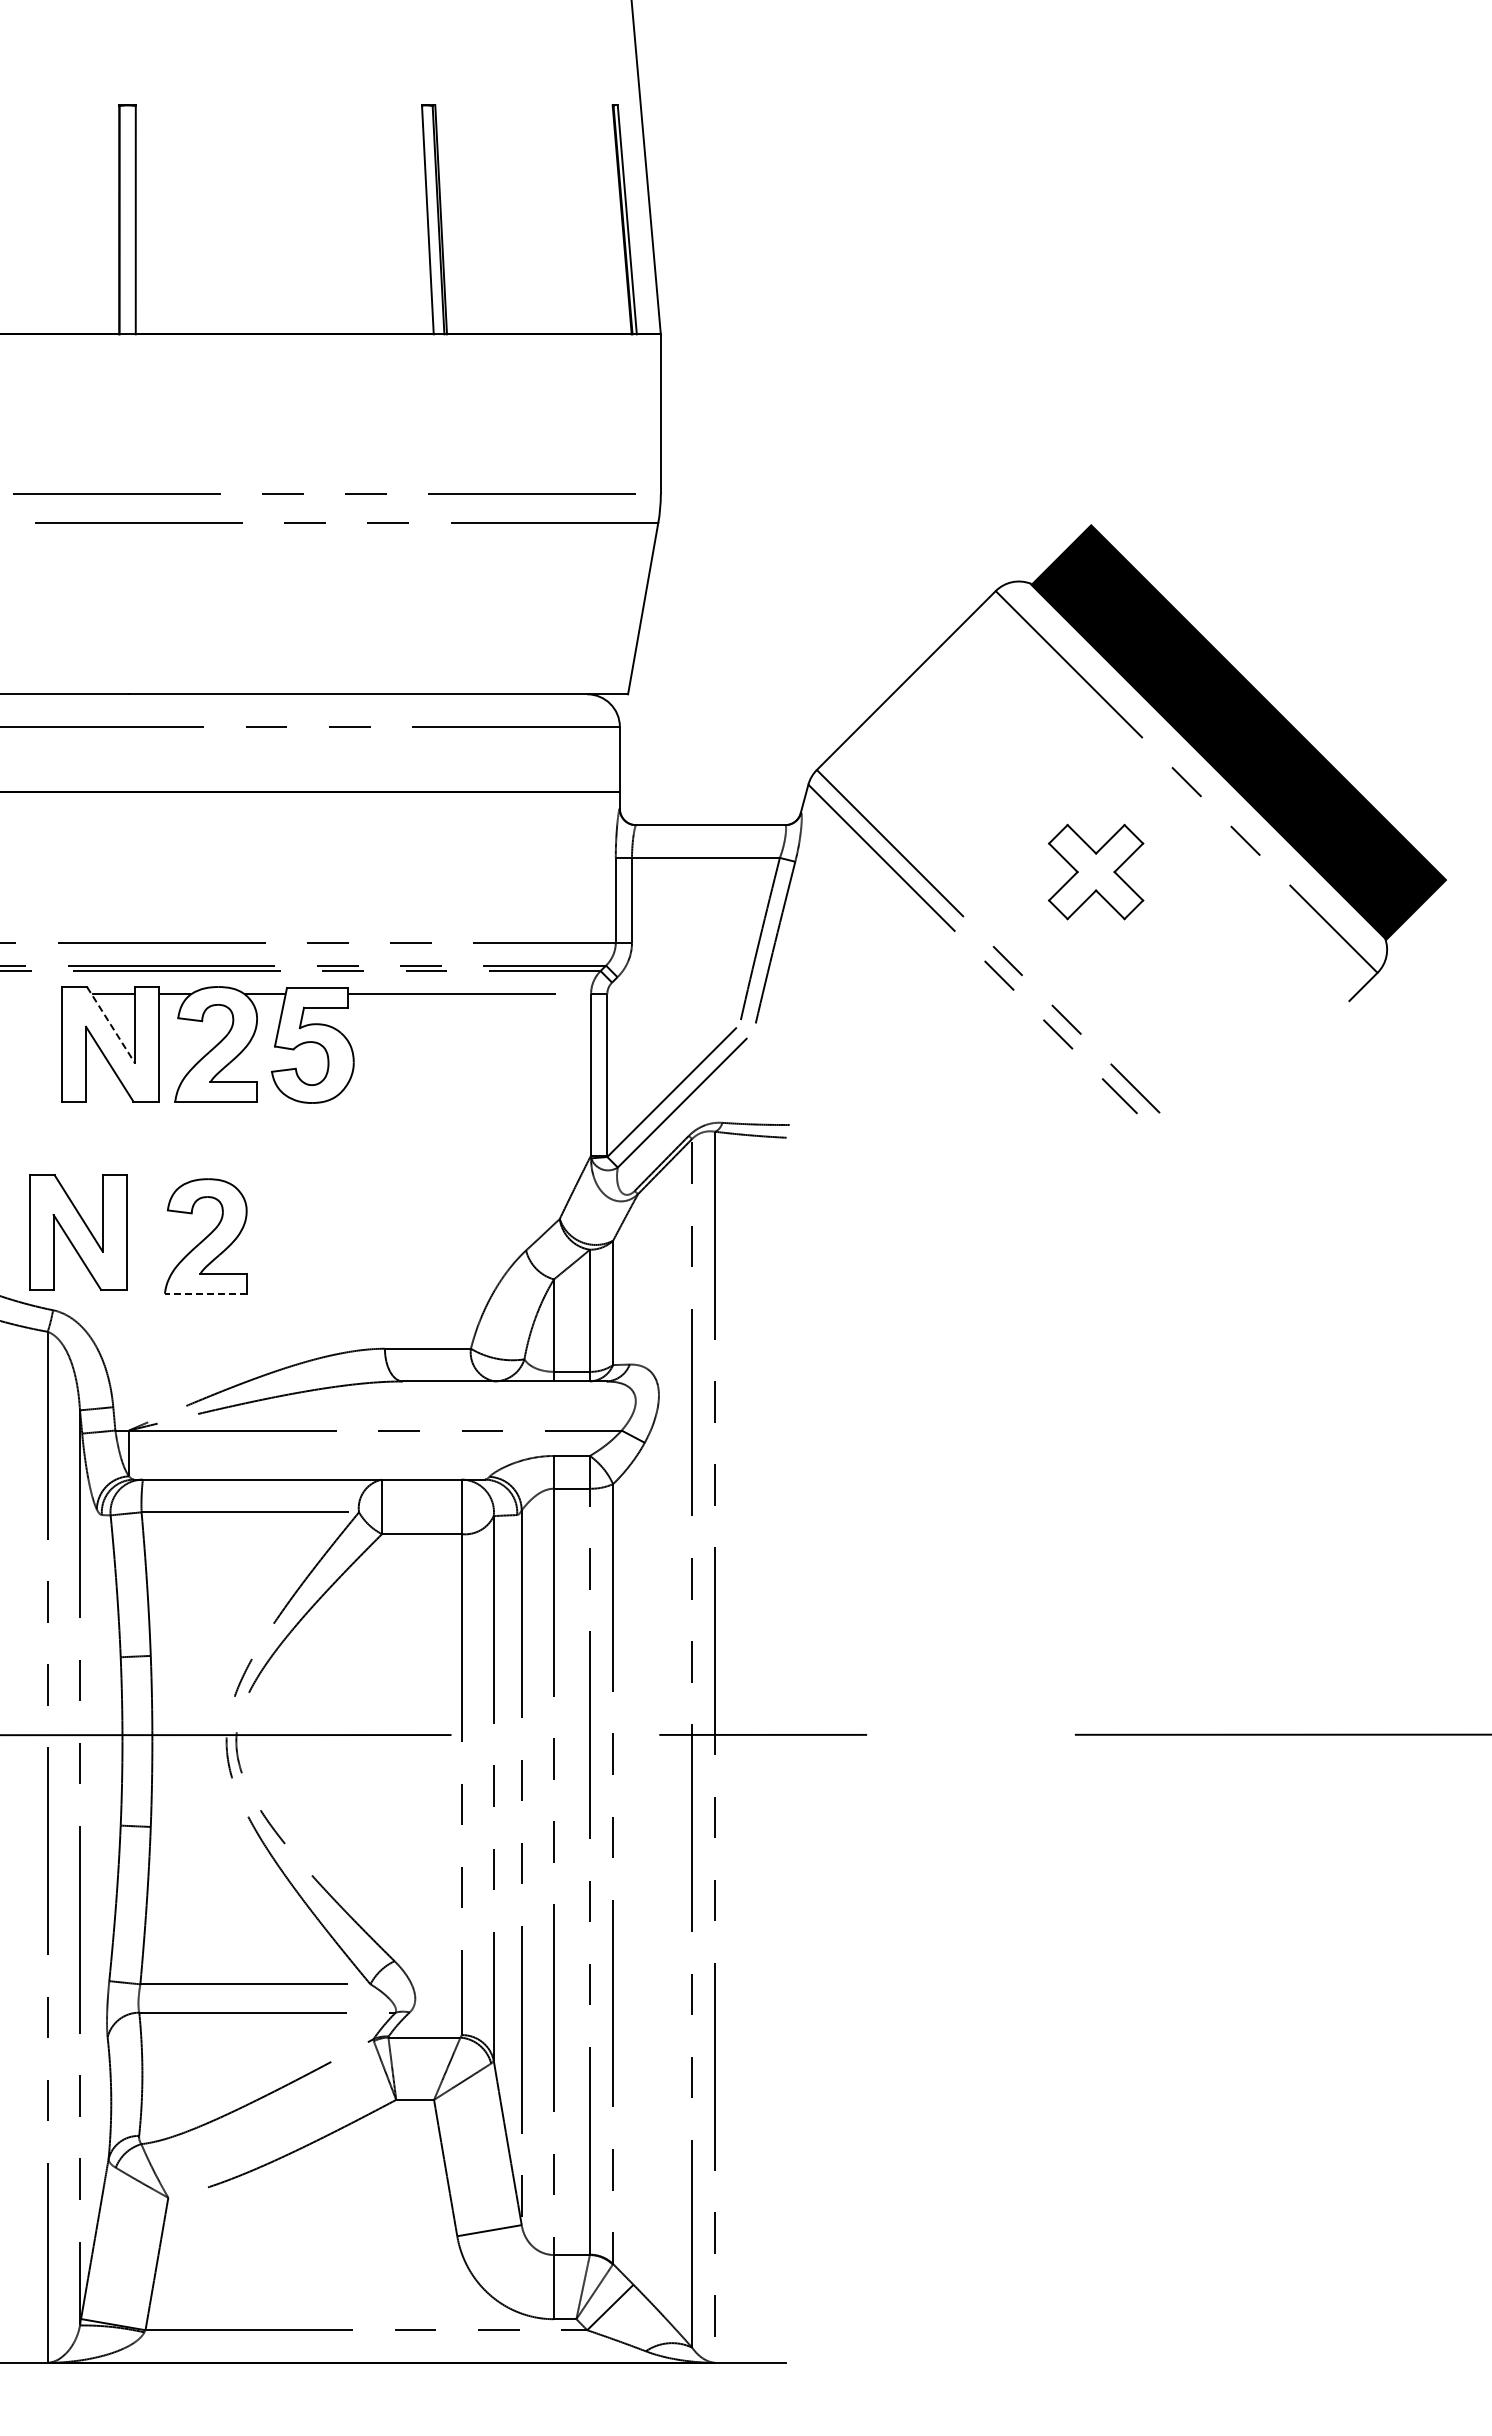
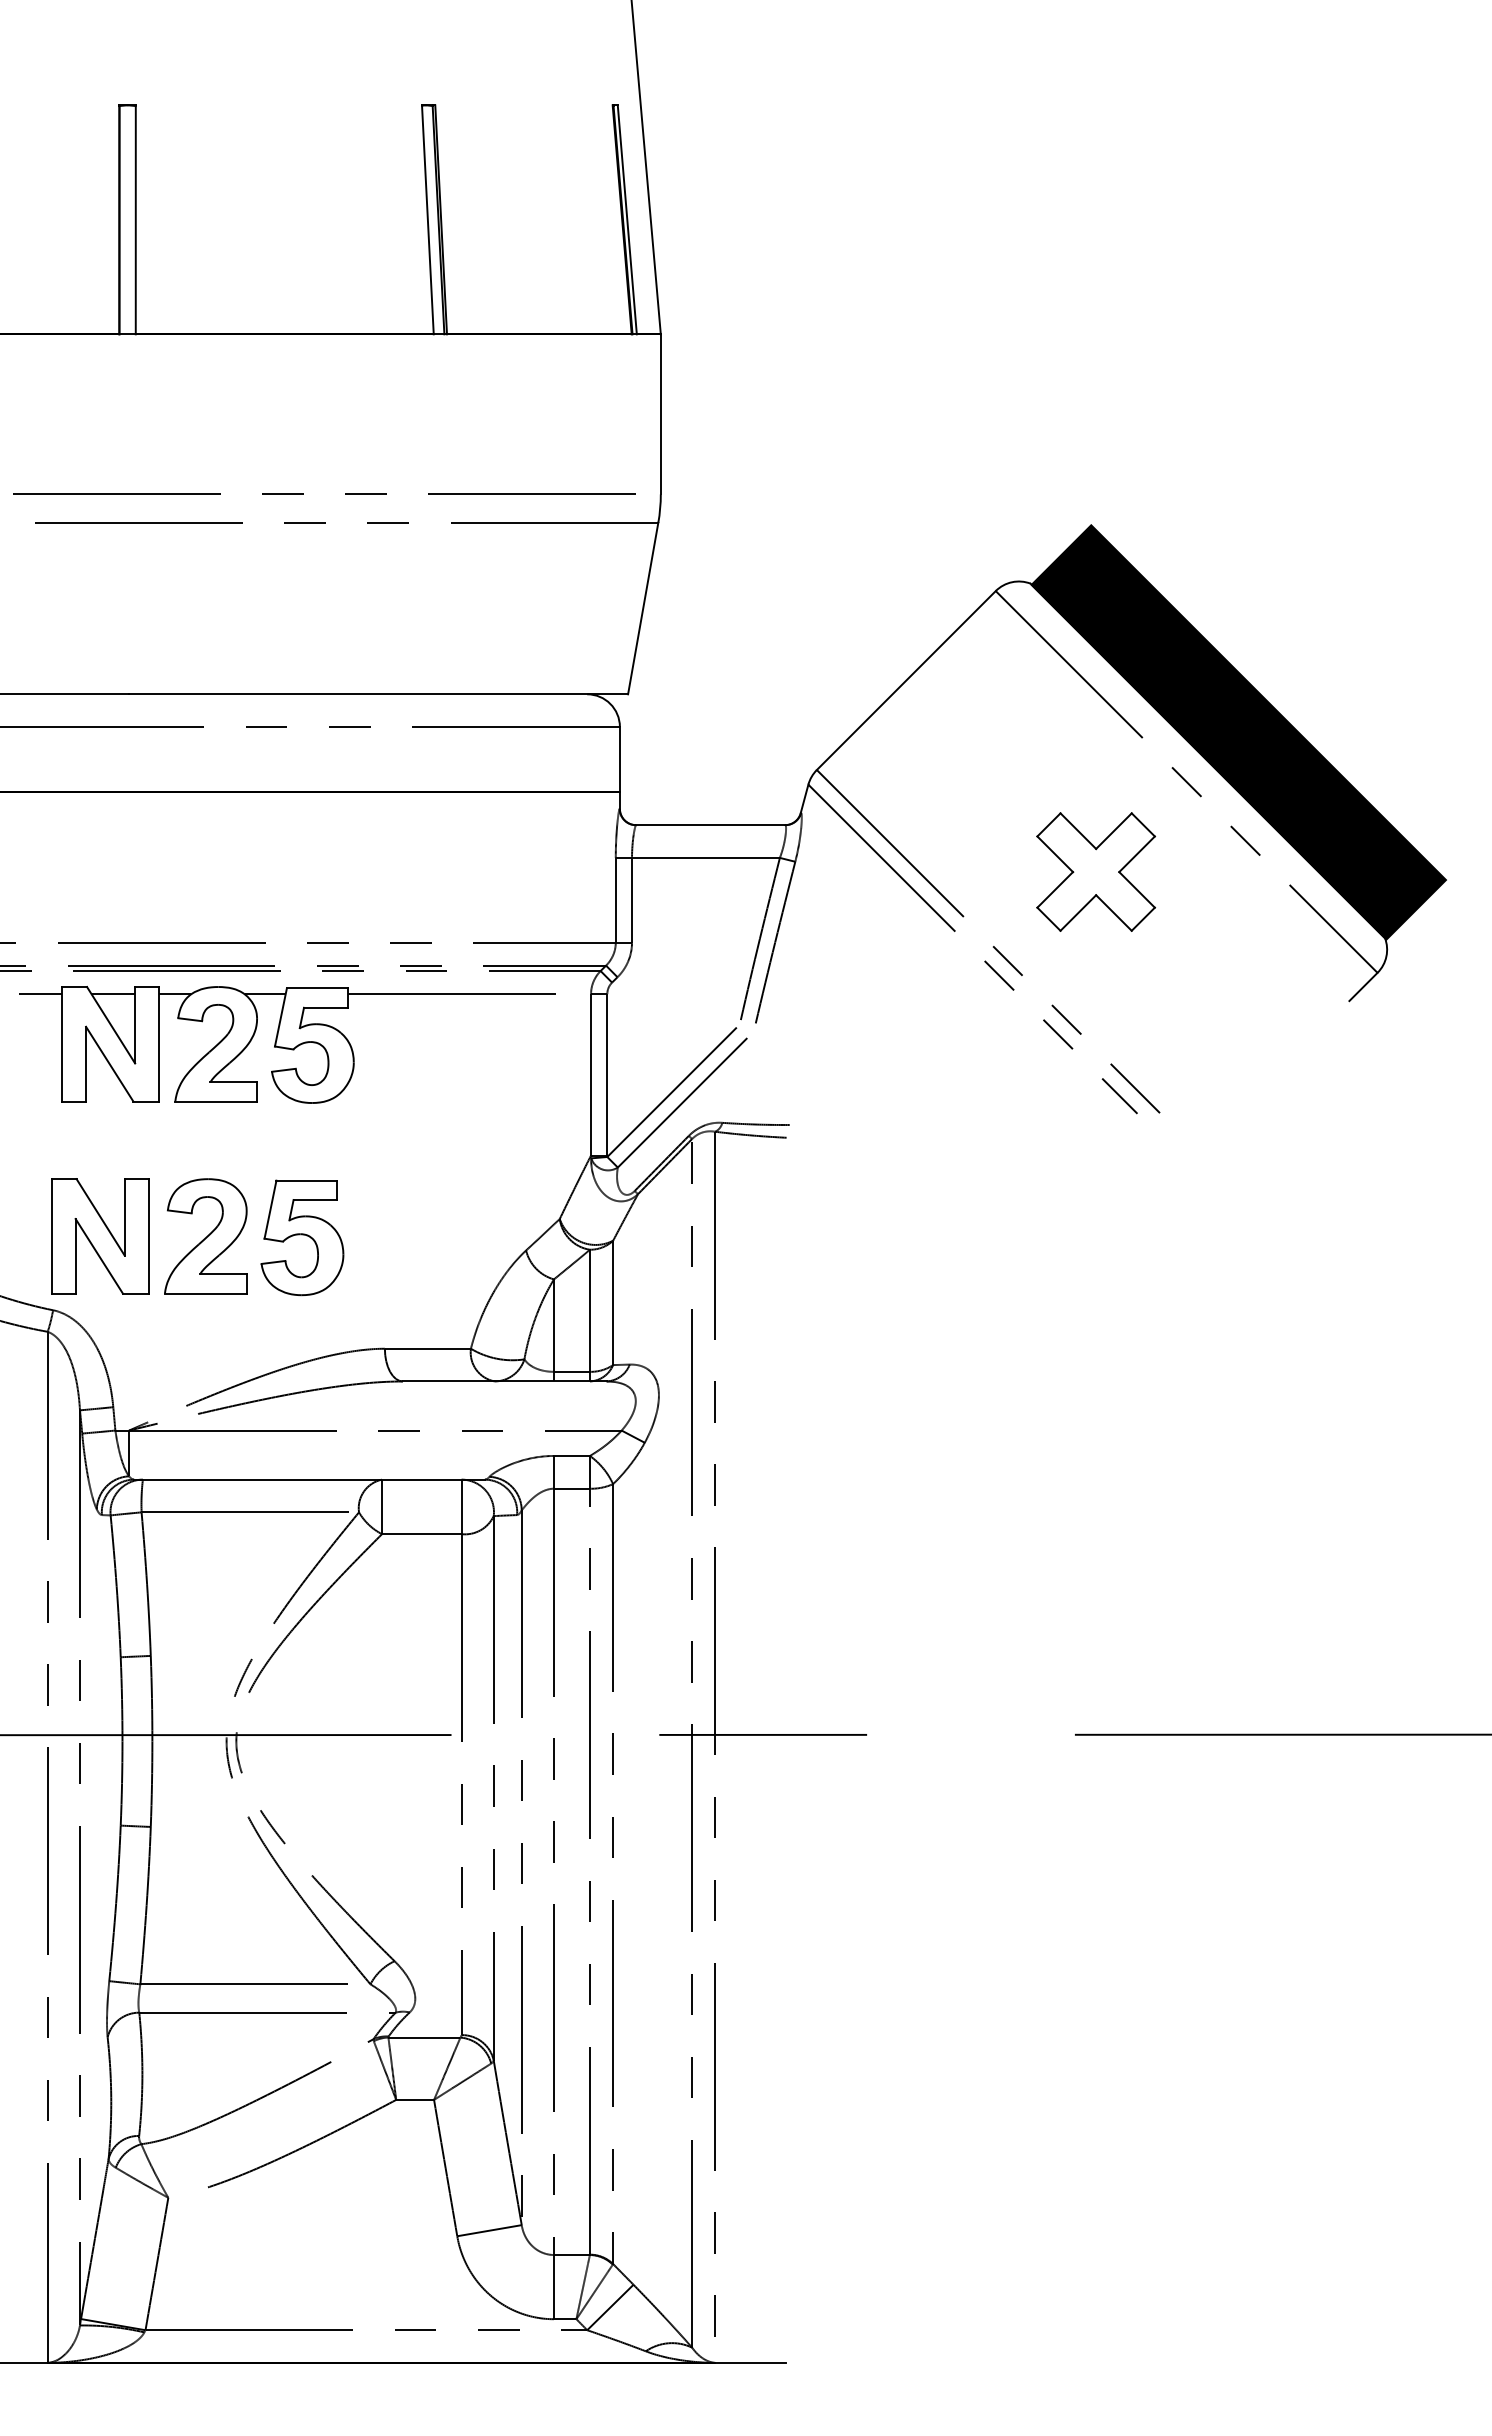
part at (1096, 871) size: 97x98 px -> 120x120 px
line at (40, 994): none -> present
line at (111, 1025): dashed -> solid
part at (78, 1232) position: (78, 1232) -> (100, 1236)
part at (302, 1237): none -> present
line at (205, 1293): dashed -> solid
